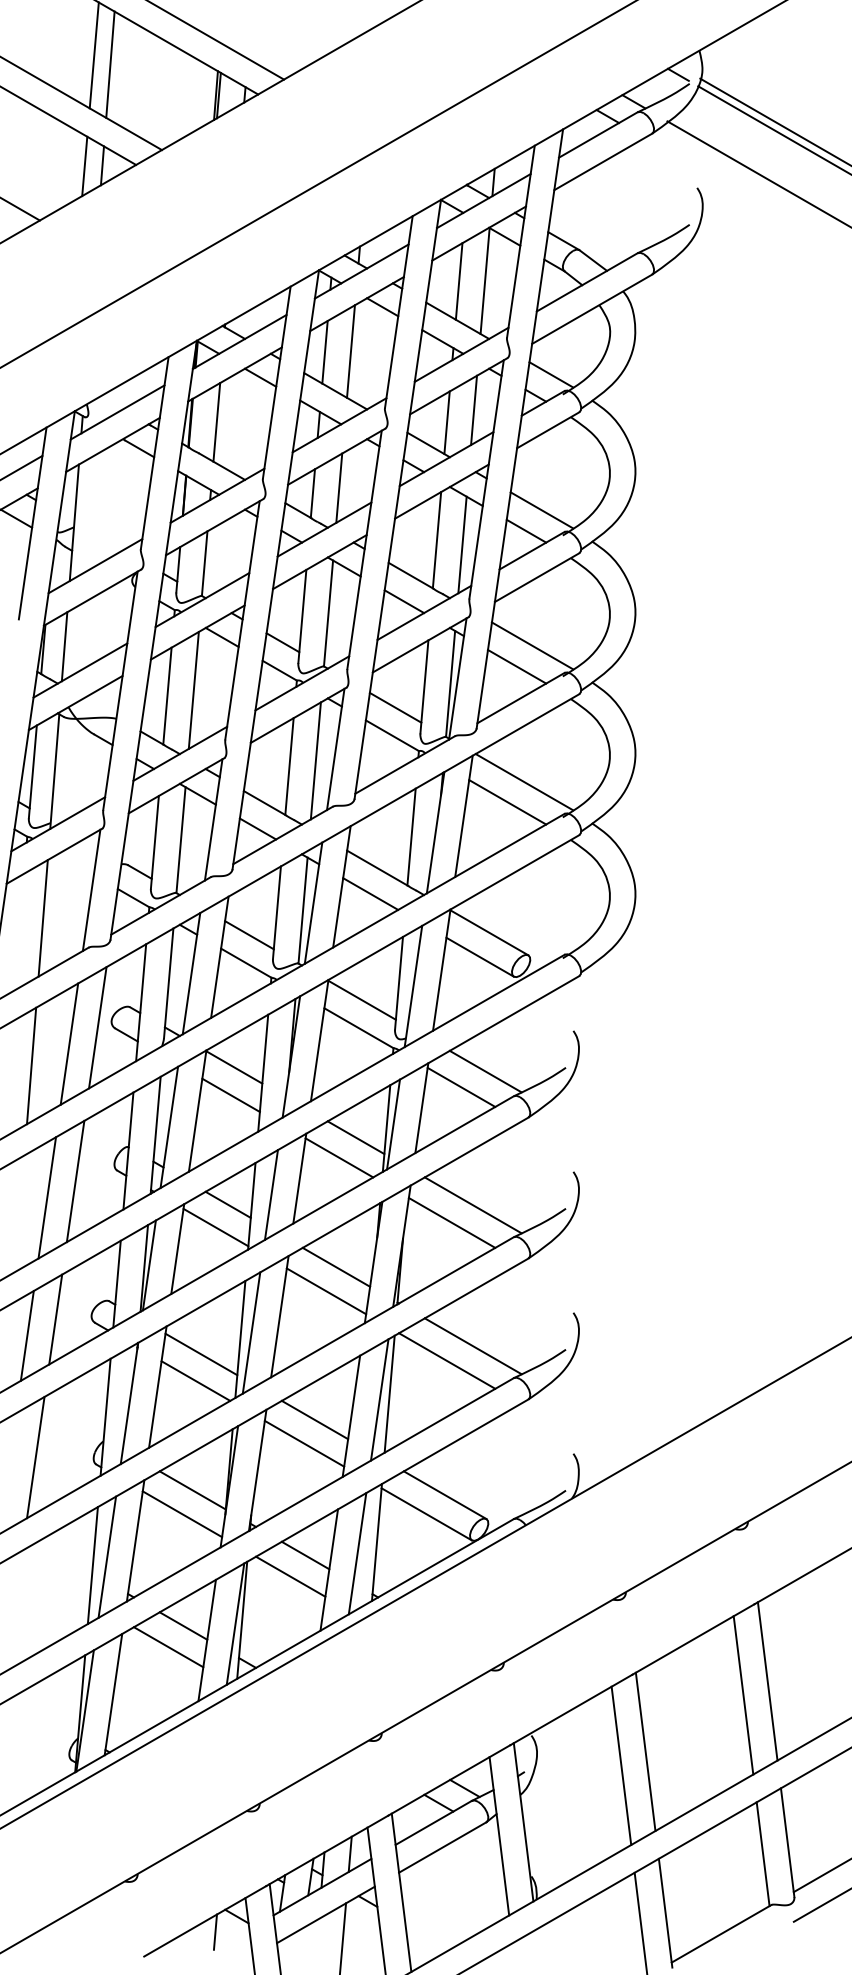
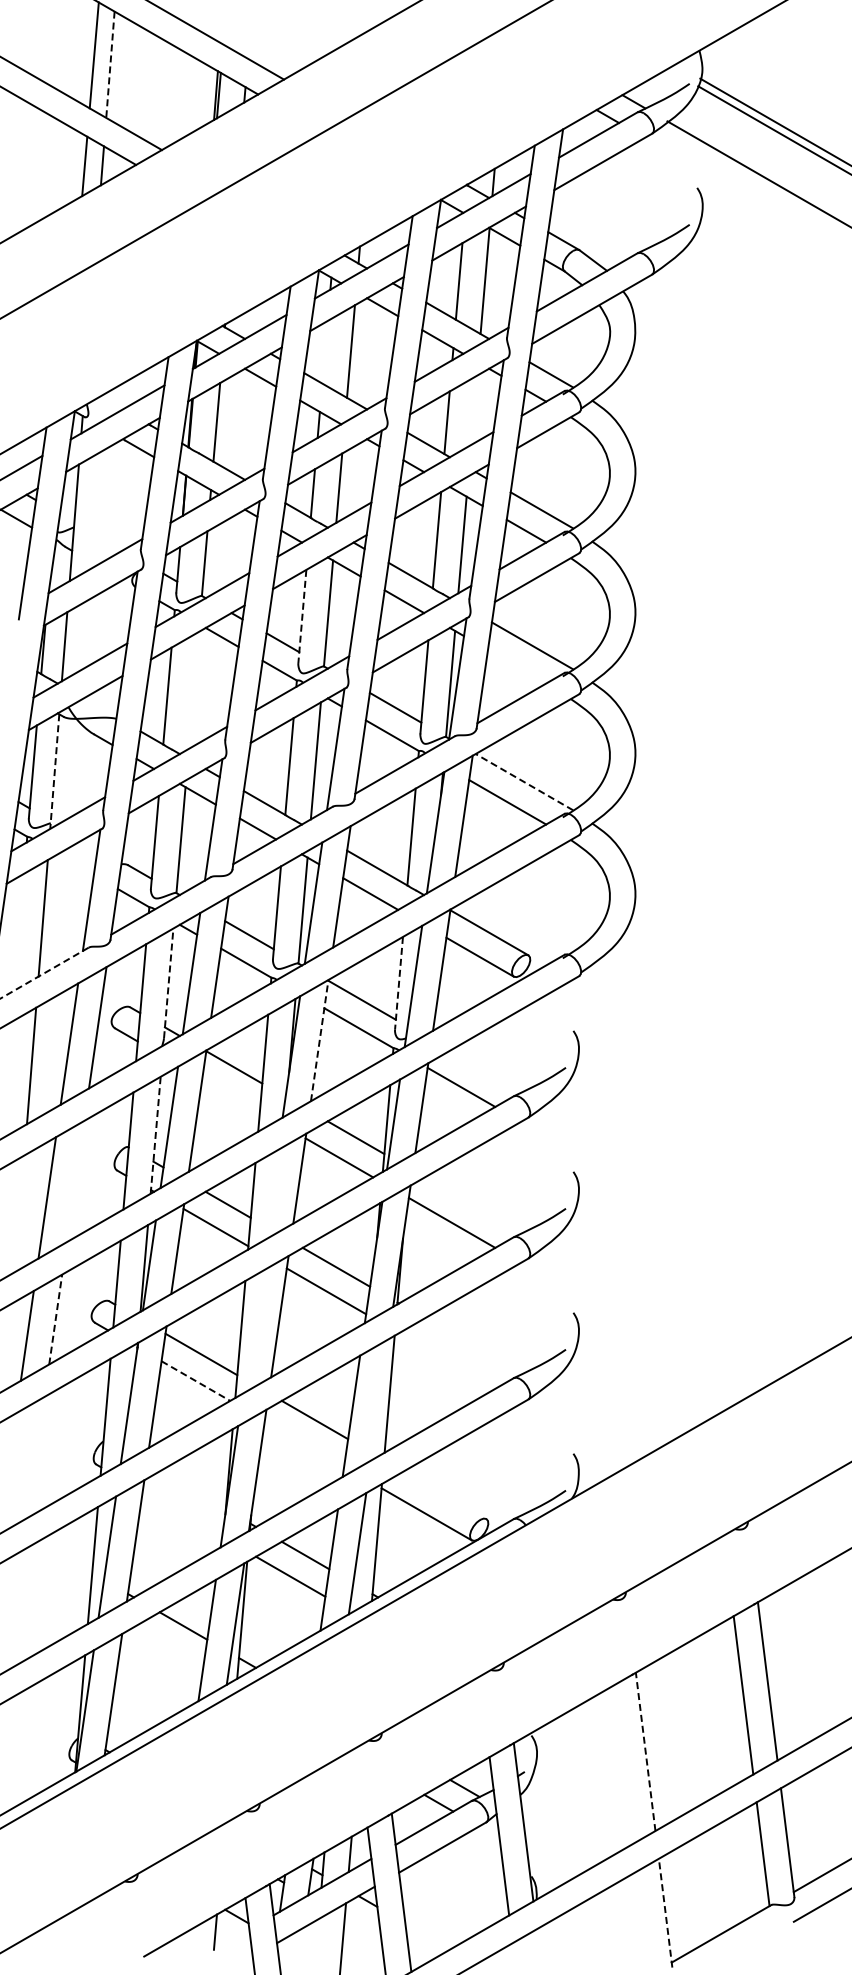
line at (110, 65): solid -> dashed
line at (677, 74): present -> none
line at (318, 184) position: (318, 184) -> (275, 159)
line at (20, 209): present -> none
line at (324, 351): present -> none
line at (474, 410): present -> none
line at (302, 616): solid -> dashed
line at (516, 666): present -> none
line at (193, 689): present -> none
line at (54, 772): solid -> dashed
line at (524, 781): solid -> dashed
line at (44, 973): solid -> dashed
line at (168, 982): solid -> dashed
line at (399, 983): solid -> dashed
line at (319, 1040): solid -> dashed
line at (485, 1071): present -> none
line at (230, 1094): present -> none
line at (155, 1135): solid -> dashed
line at (75, 1181): present -> none
line at (270, 1194): present -> none
line at (472, 1205): present -> none
line at (55, 1319): solid -> dashed
line at (251, 1332): present -> none
line at (472, 1346): present -> none
line at (447, 1360): present -> none
line at (195, 1381): solid -> dashed
line at (379, 1399): present -> none
line at (304, 1443): present -> none
line at (35, 1457): present -> none
line at (192, 1490): present -> none
line at (444, 1495): present -> none
line at (182, 1514): present -> none
line at (168, 1647): present -> none
line at (645, 1751): solid -> dashed
line at (621, 1765): present -> none
line at (665, 1913): solid -> dashed
line at (640, 1921): present -> none
